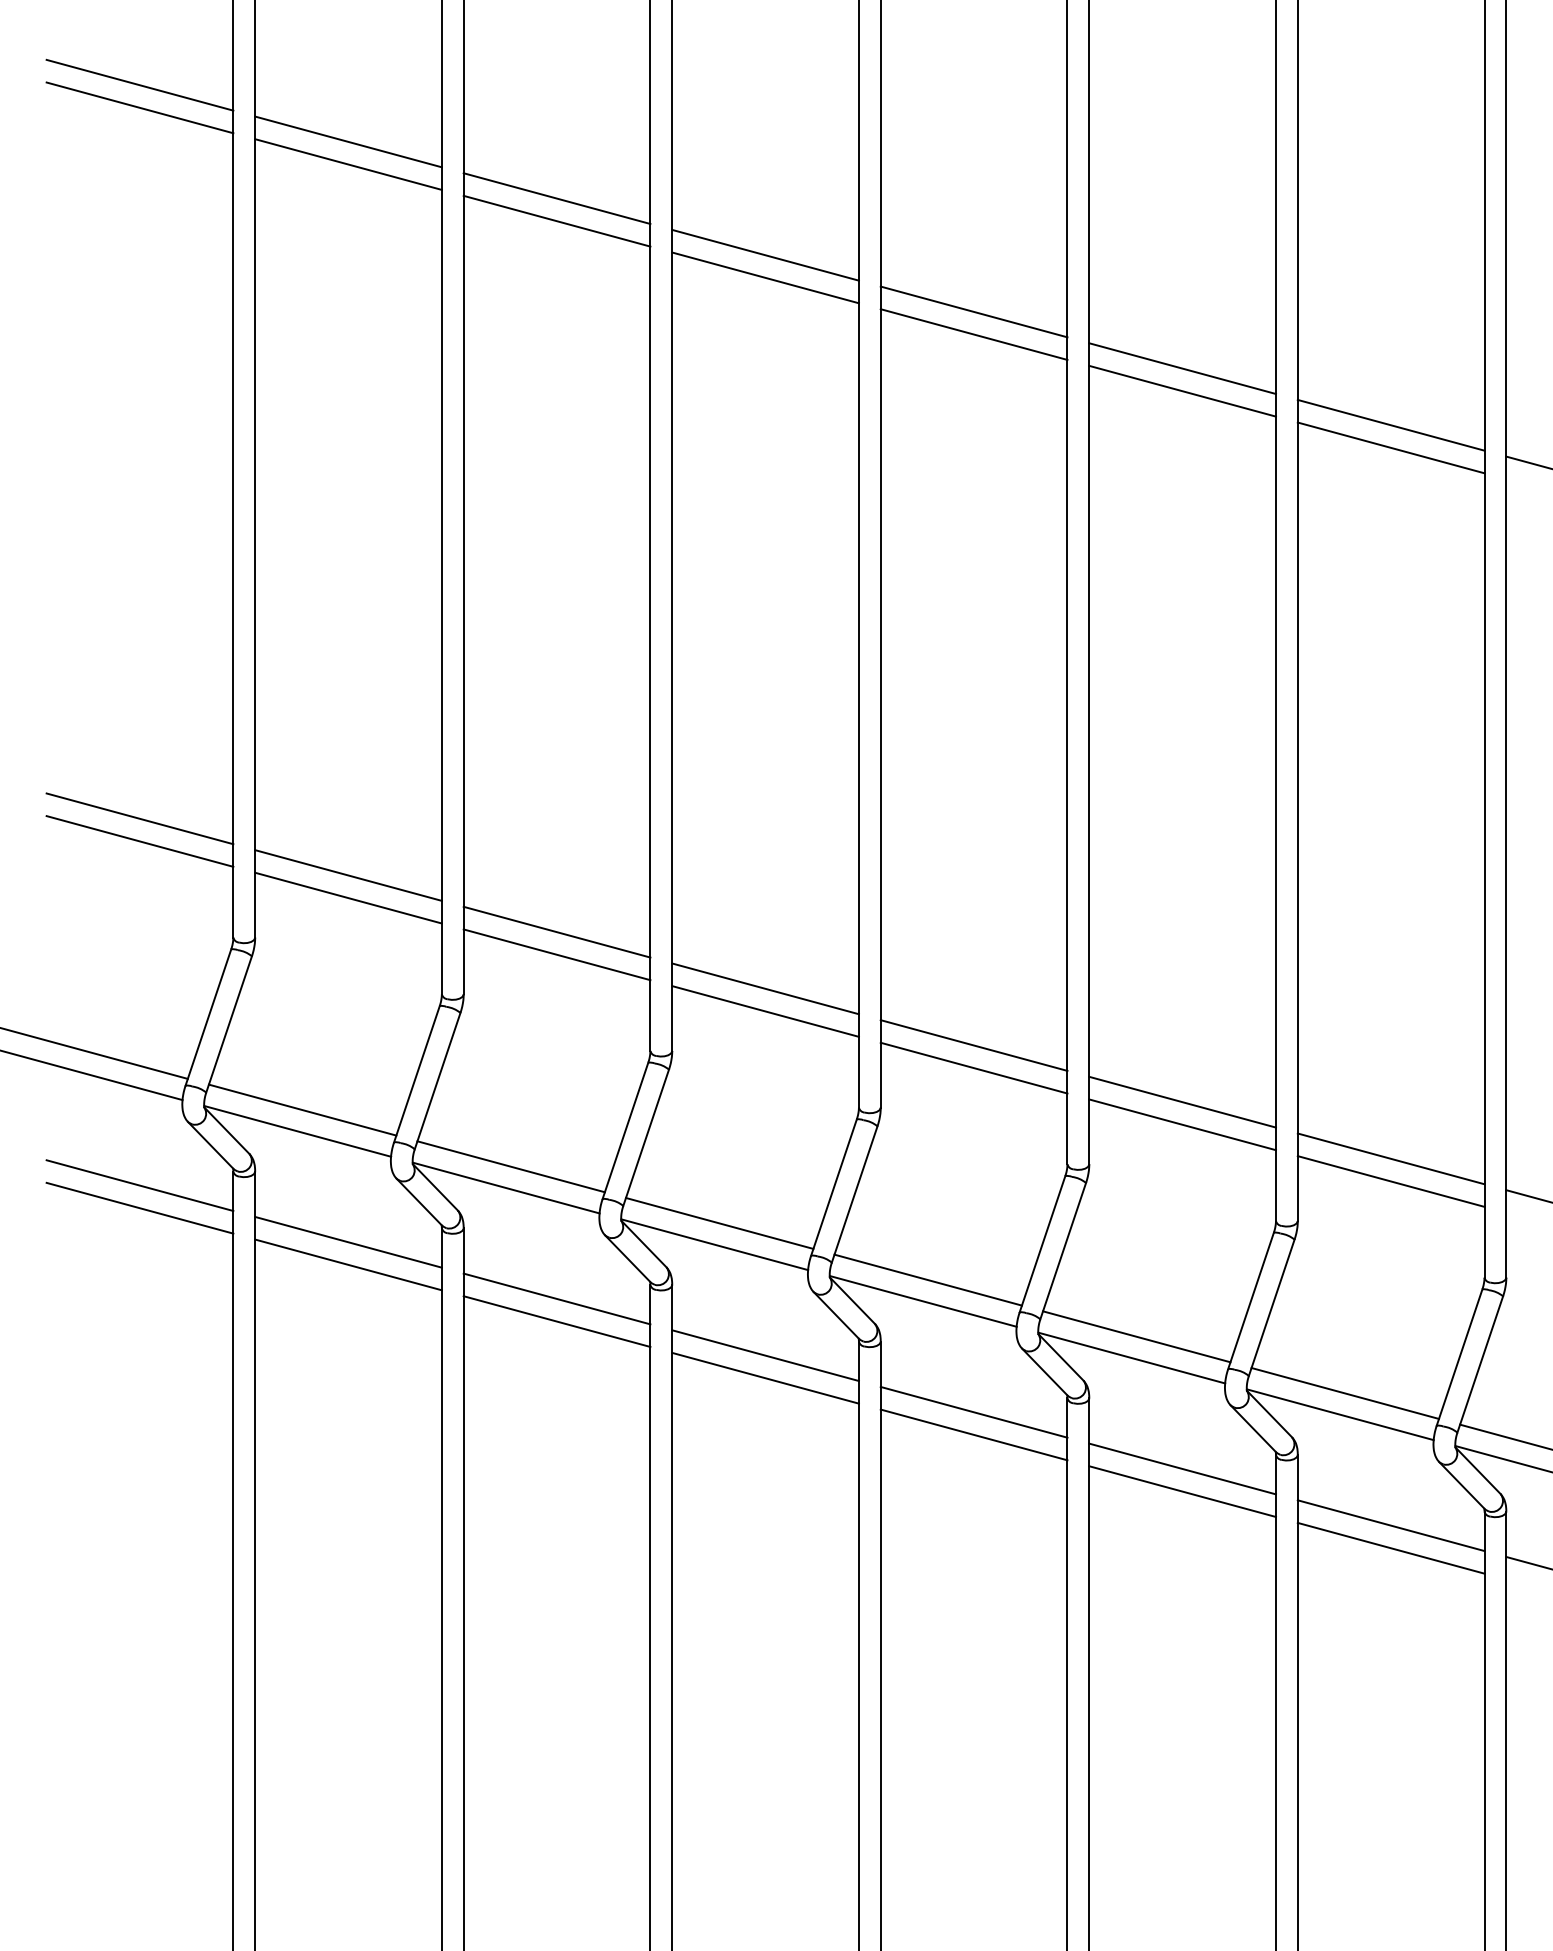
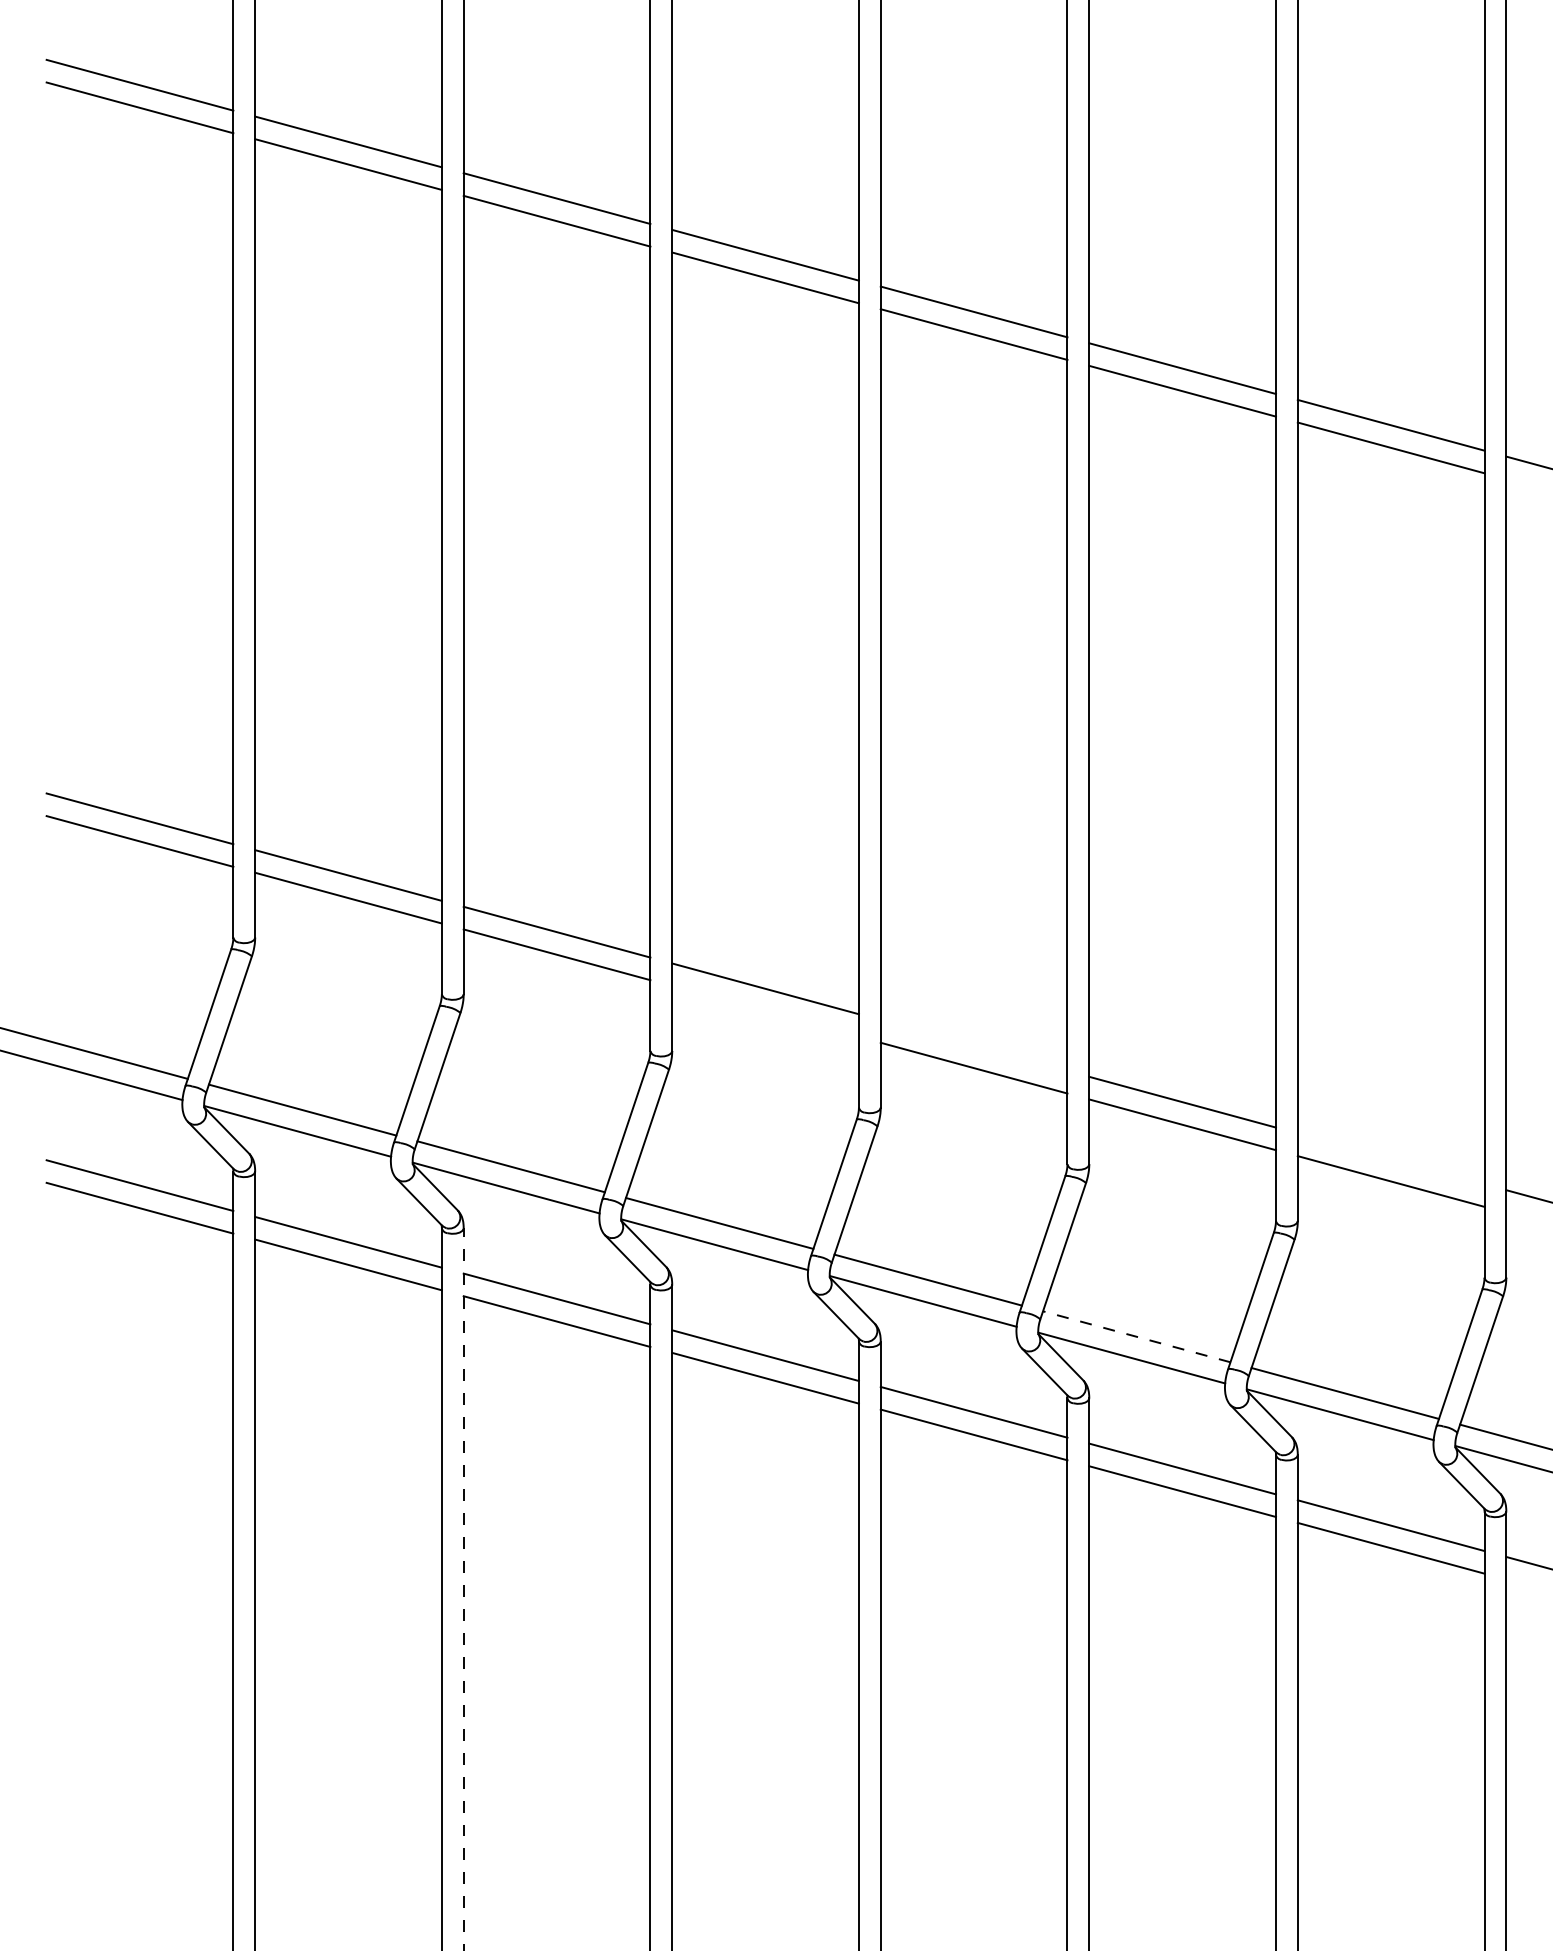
line at (765, 1011): present -> none
line at (973, 1045): present -> none
line at (1390, 1158): present -> none
line at (1136, 1336): solid -> dashed
line at (463, 1589): solid -> dashed
